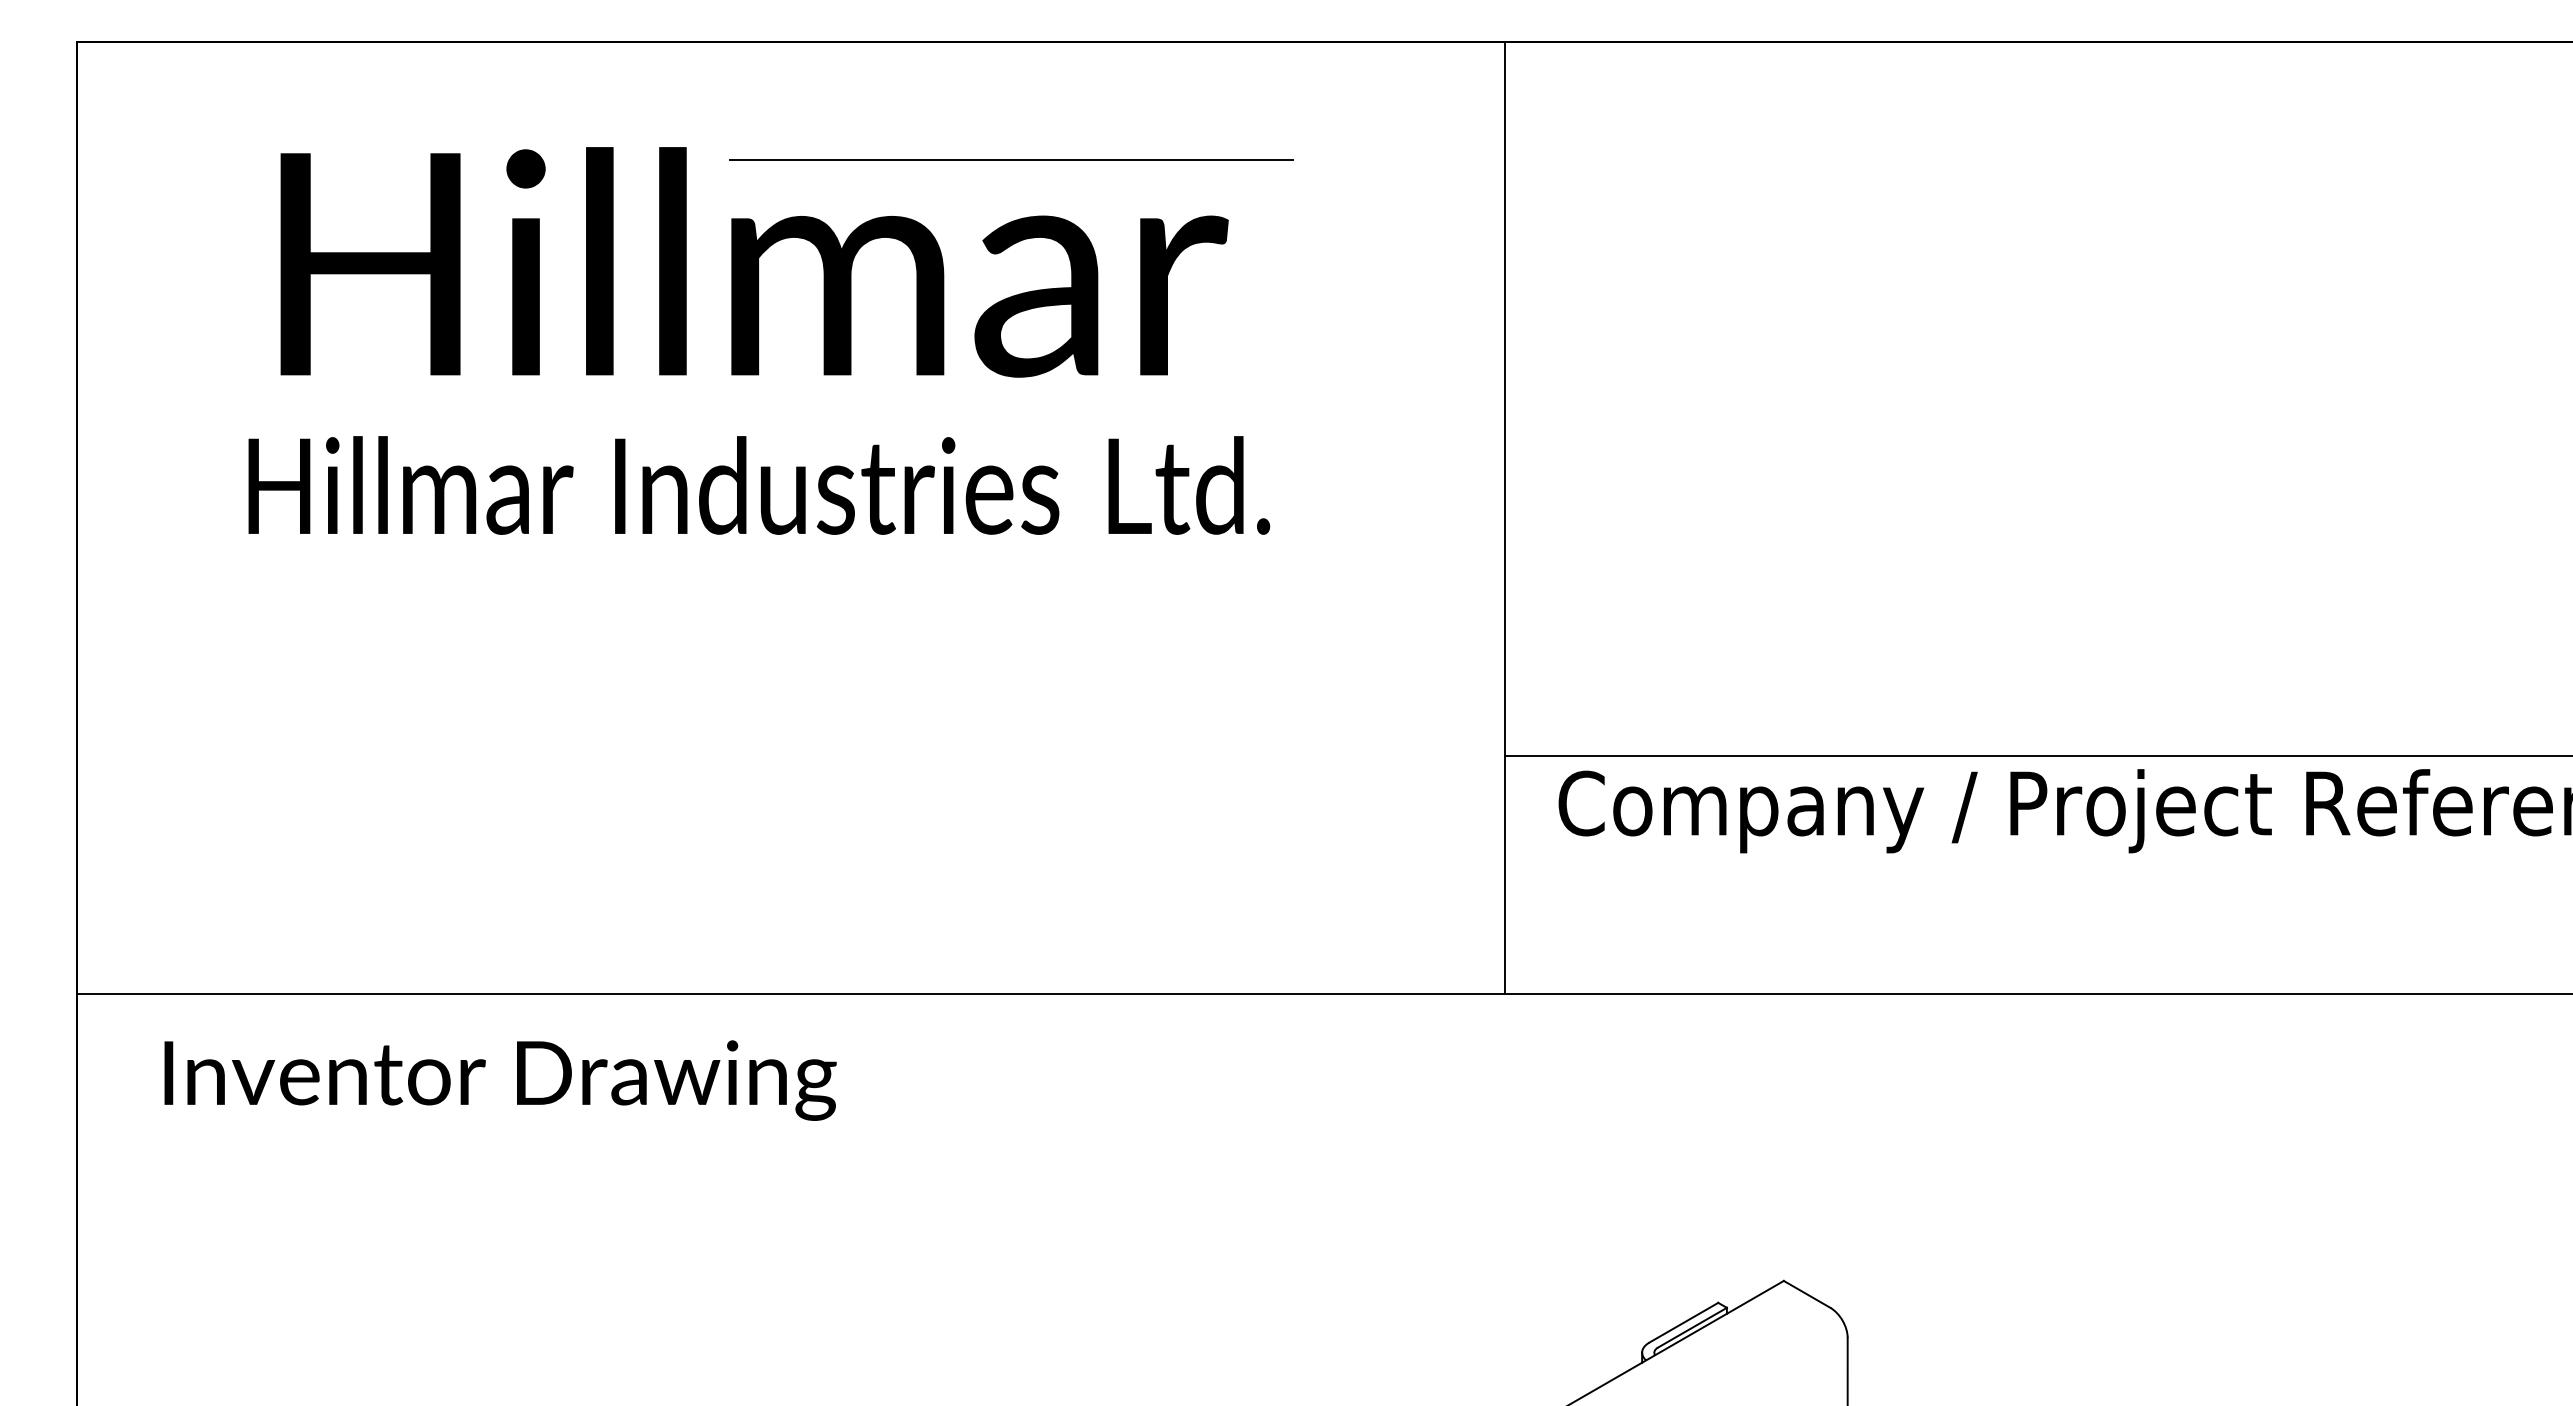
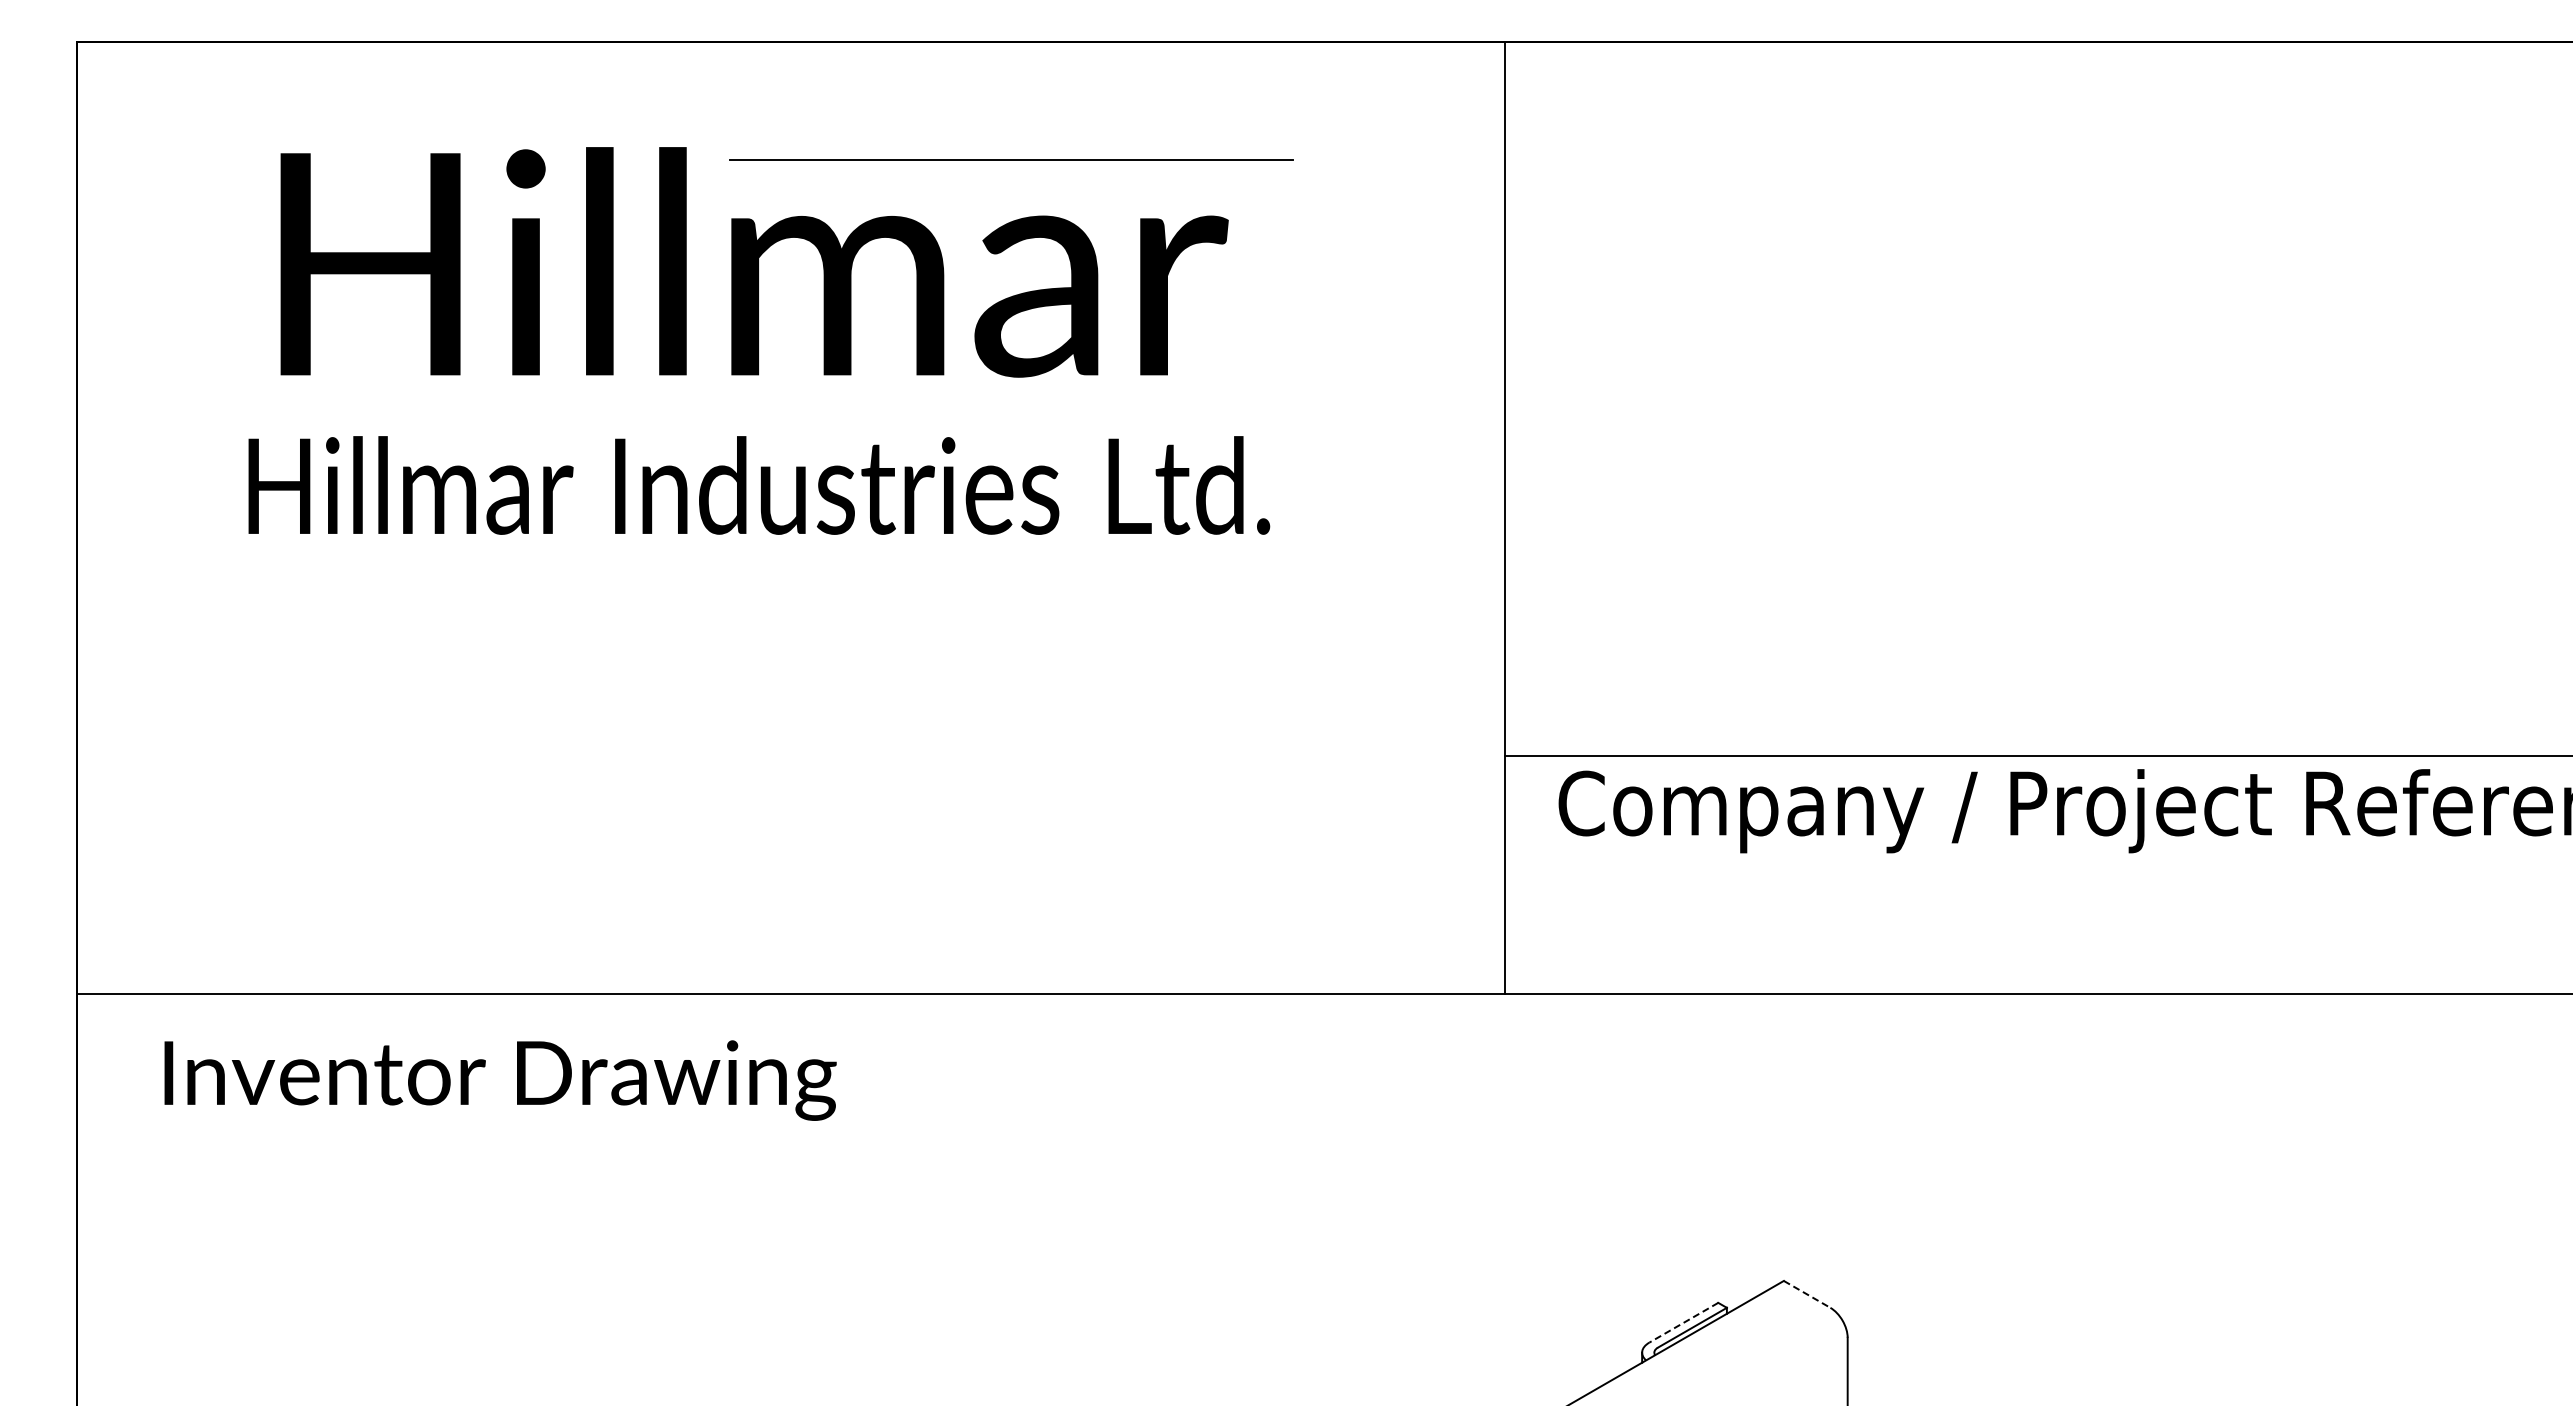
line at (1807, 1294): solid -> dashed
line at (1683, 1322): solid -> dashed
